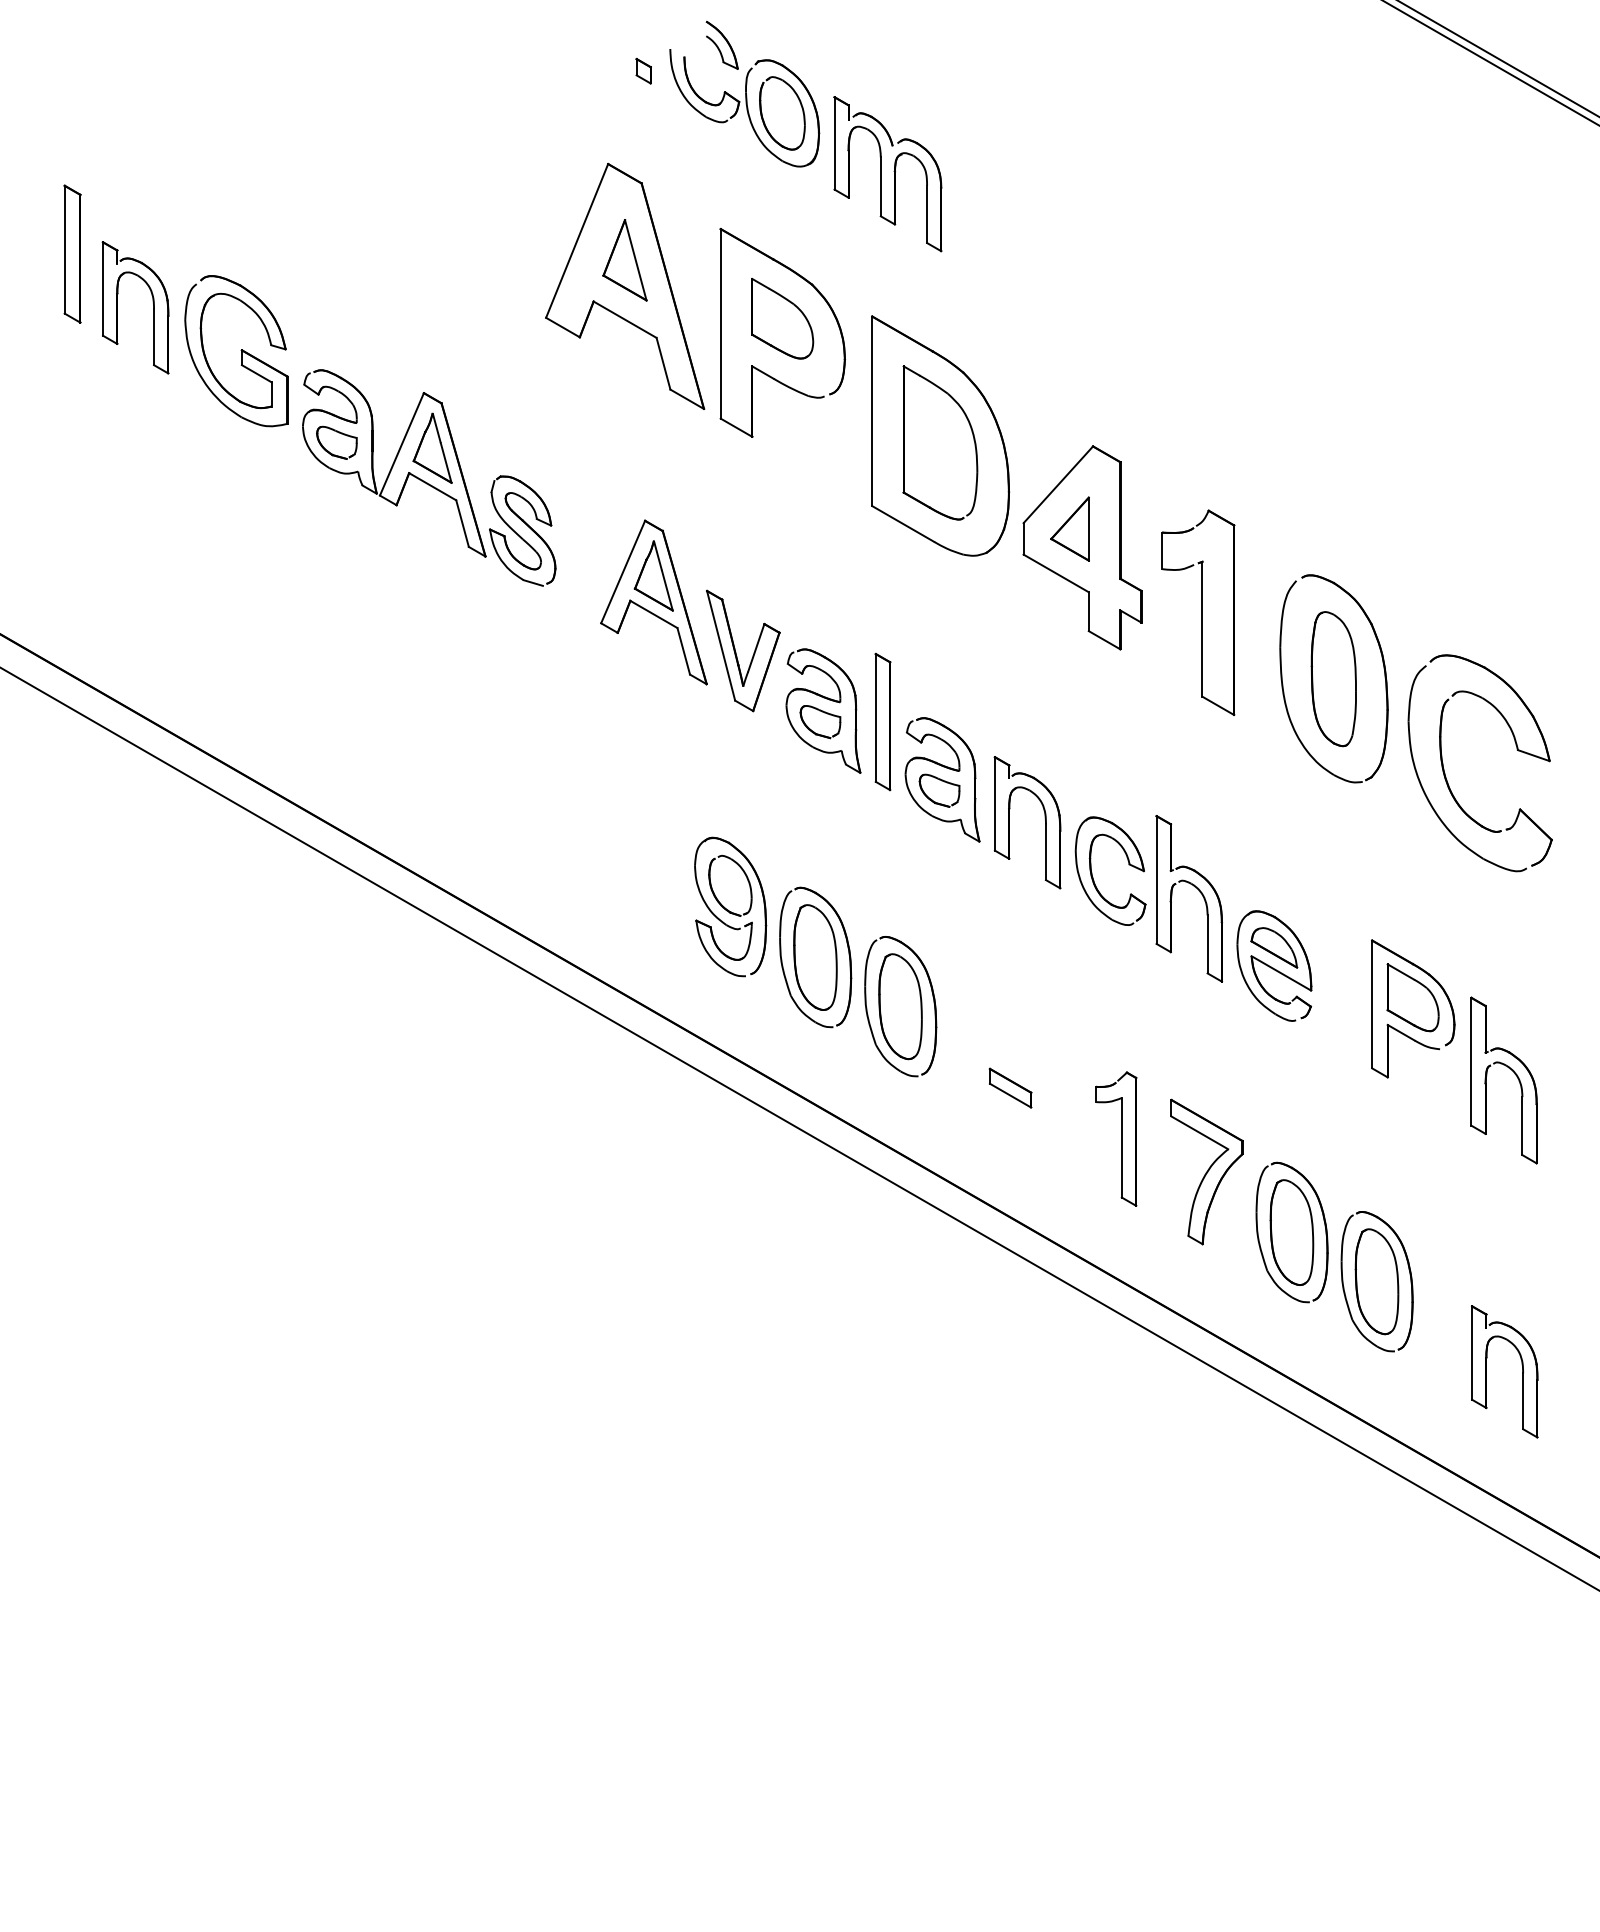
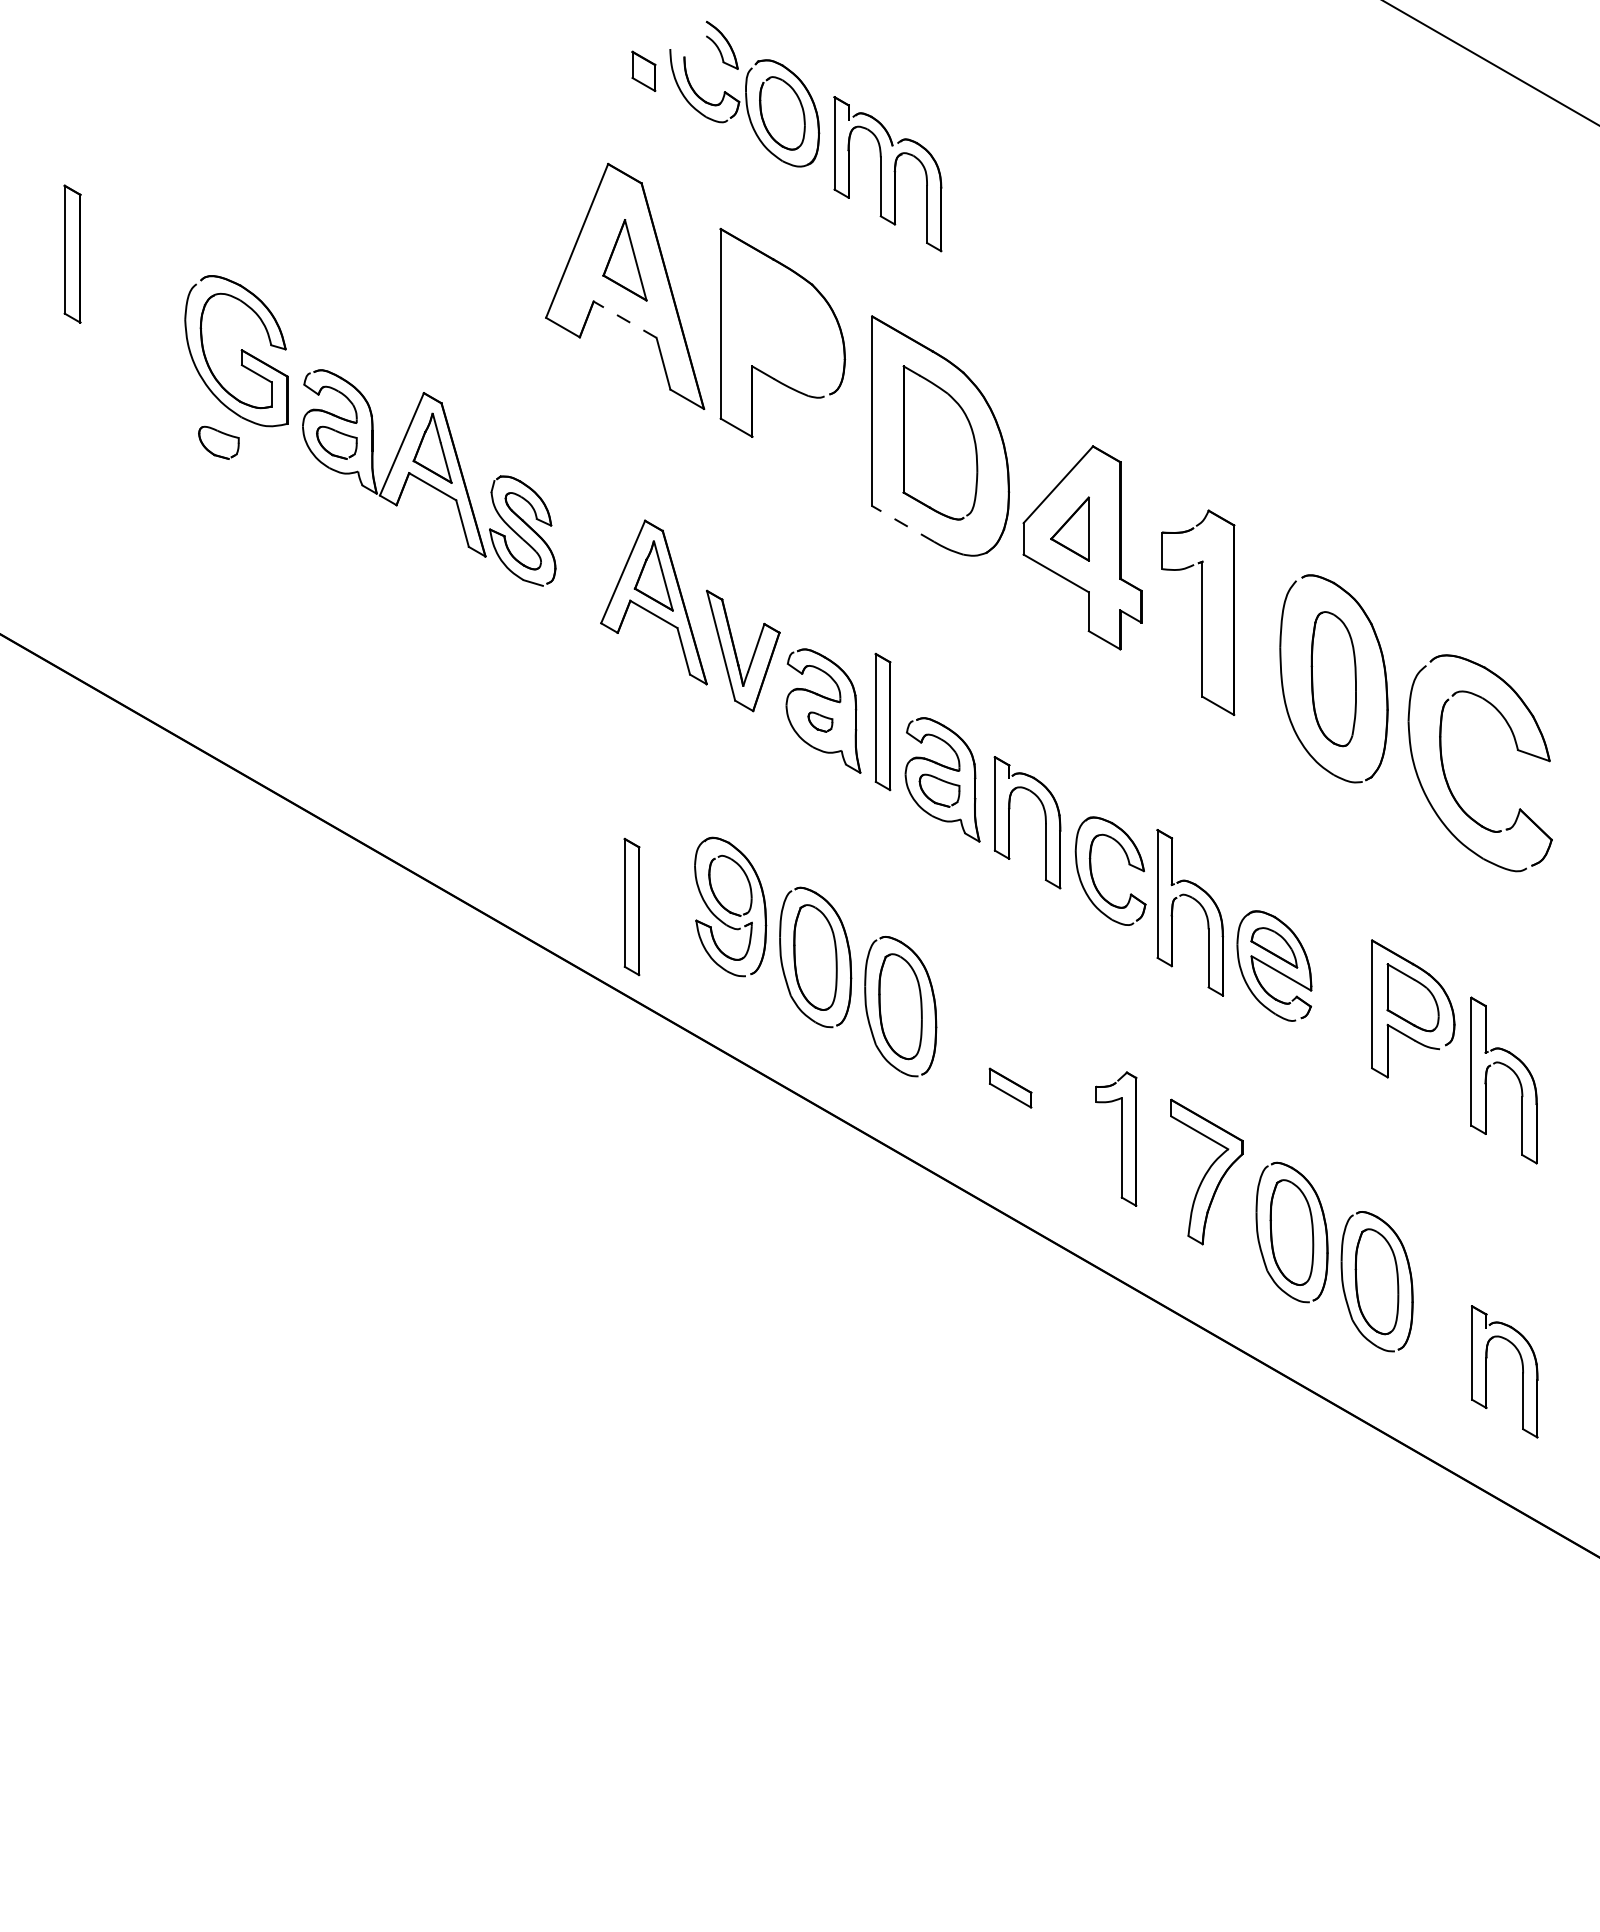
line at (1498, 58): present -> none
part at (643, 70) size: 17x28 px -> 26x42 px
part at (152, 302): present -> none
part at (782, 318): present -> none
line at (624, 319): solid -> dashed
part at (218, 442): none -> present
line at (903, 523): solid -> dashed
part at (820, 722) size: 43x35 px -> 27x22 px
part at (1199, 892) position: (1199, 892) -> (1200, 906)
part at (631, 906): none -> present
line at (799, 1129): present -> none
